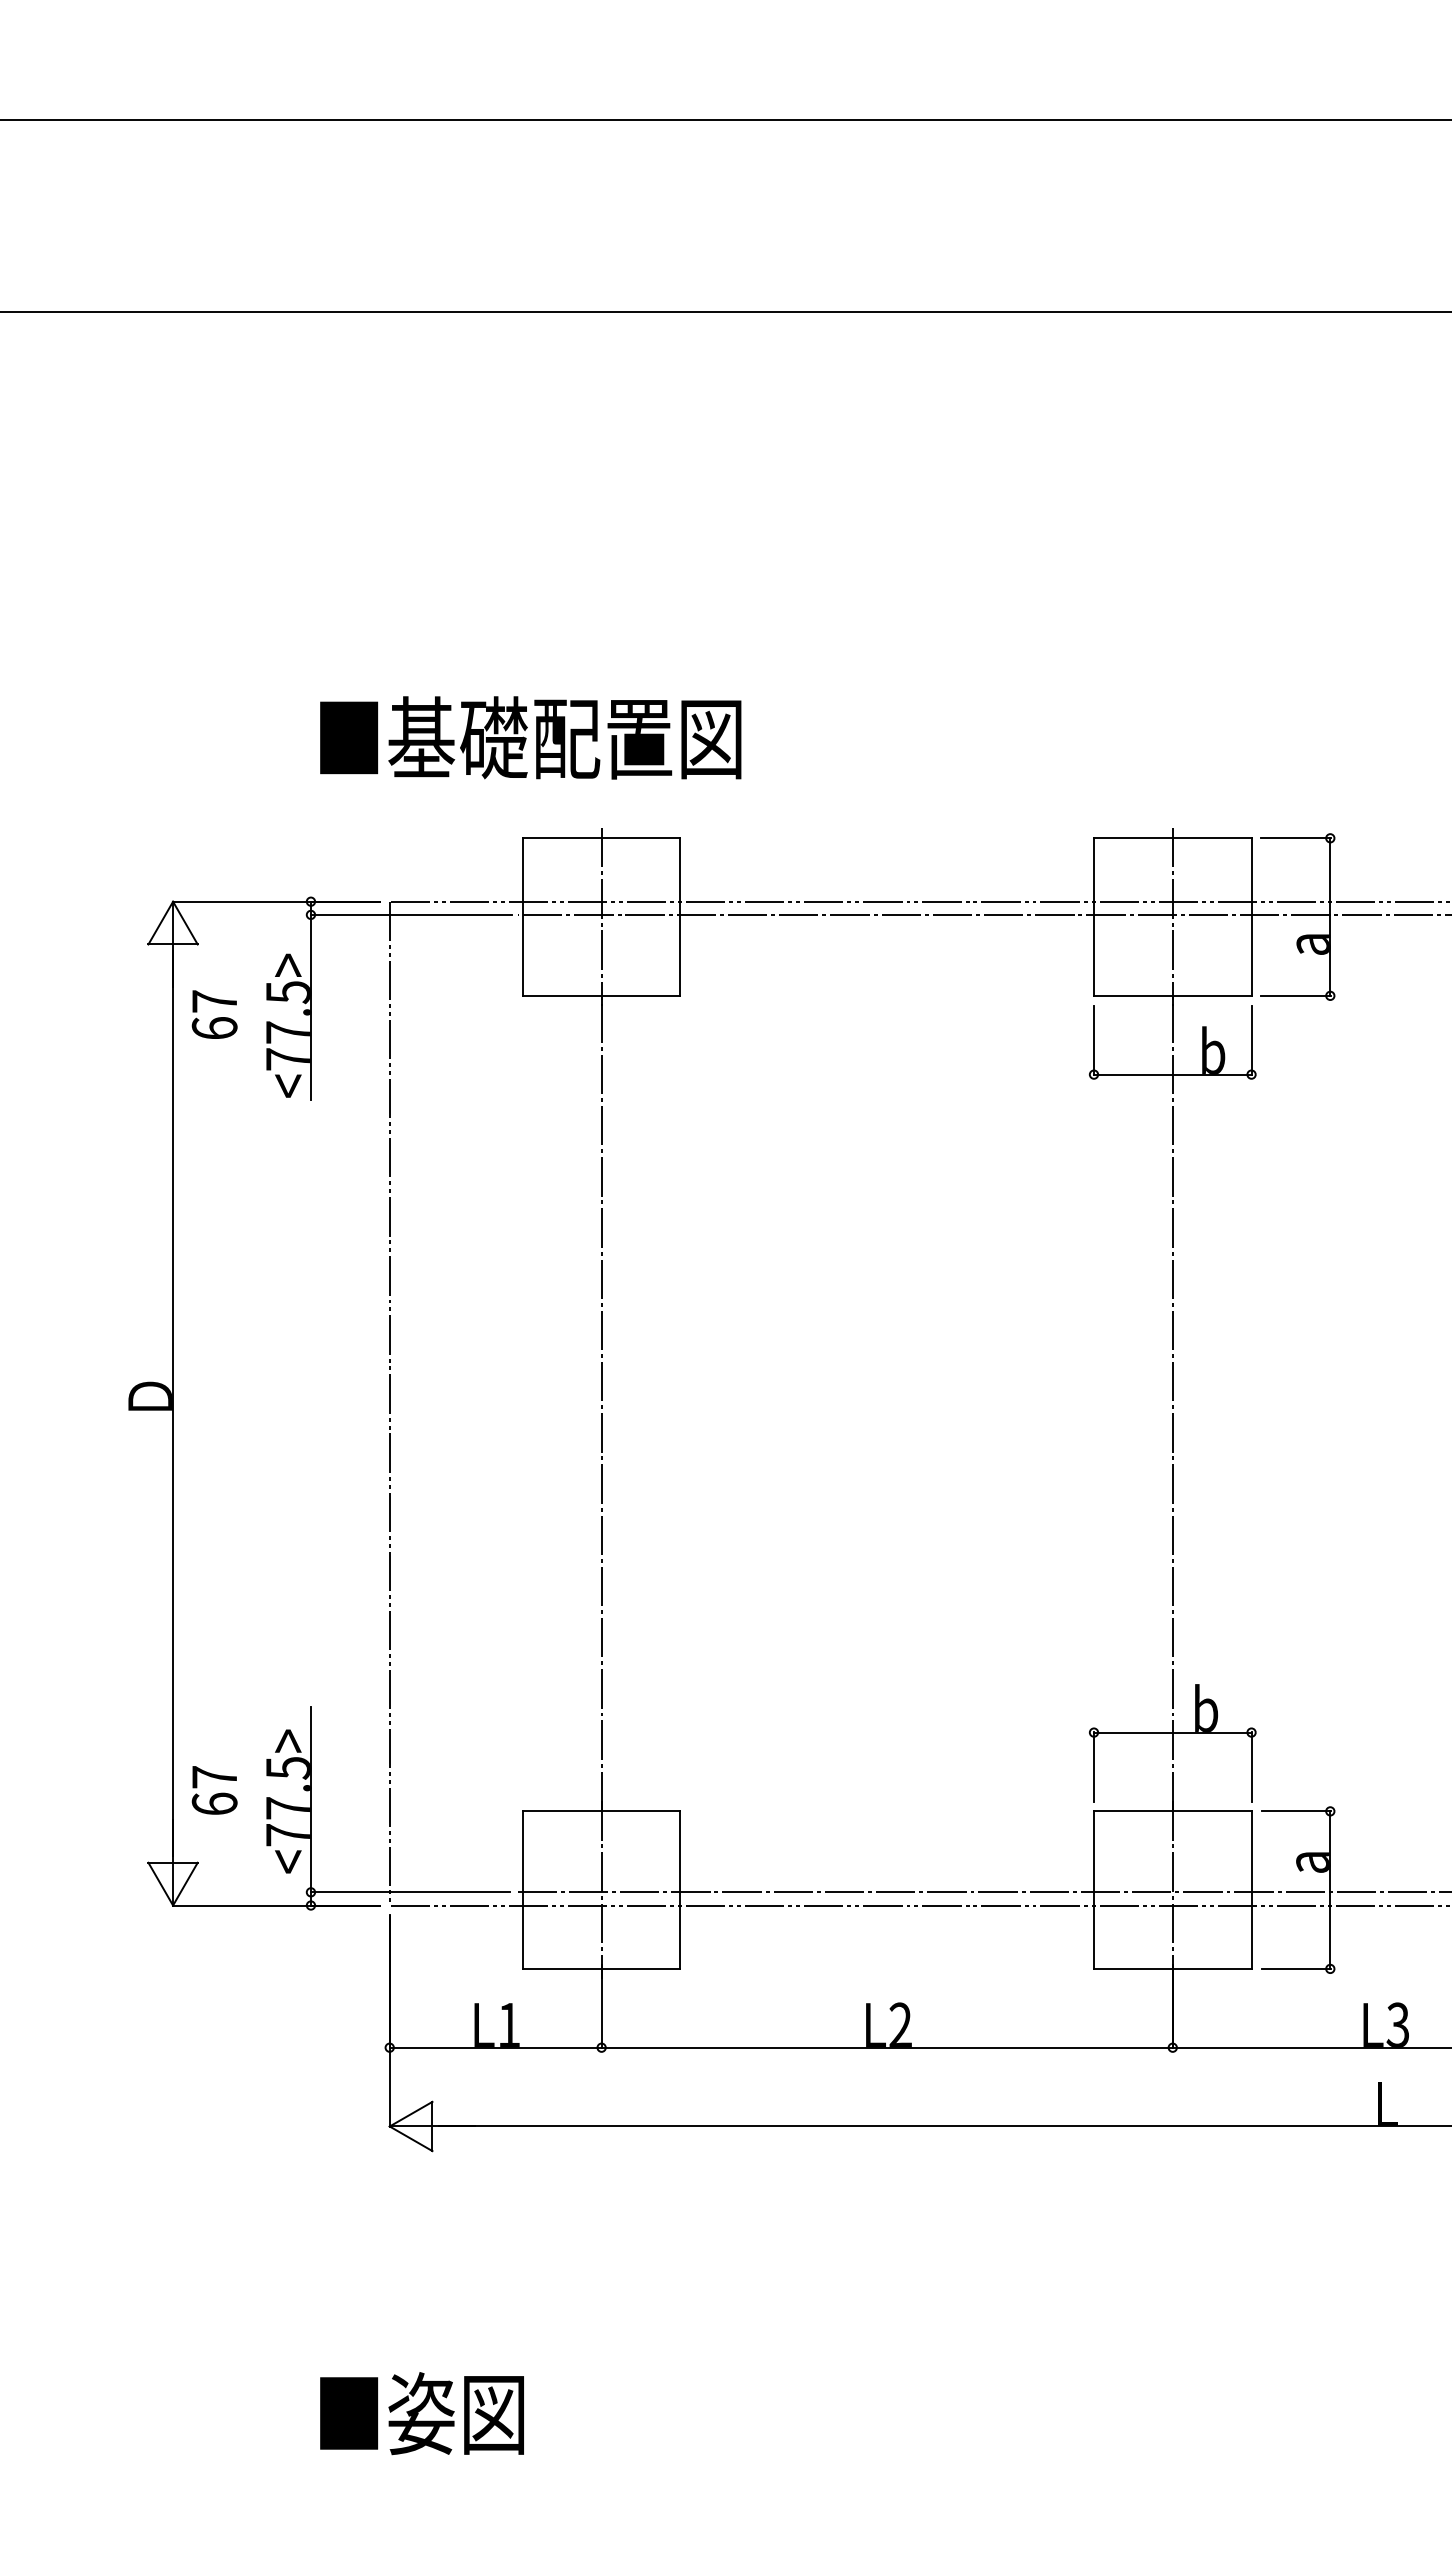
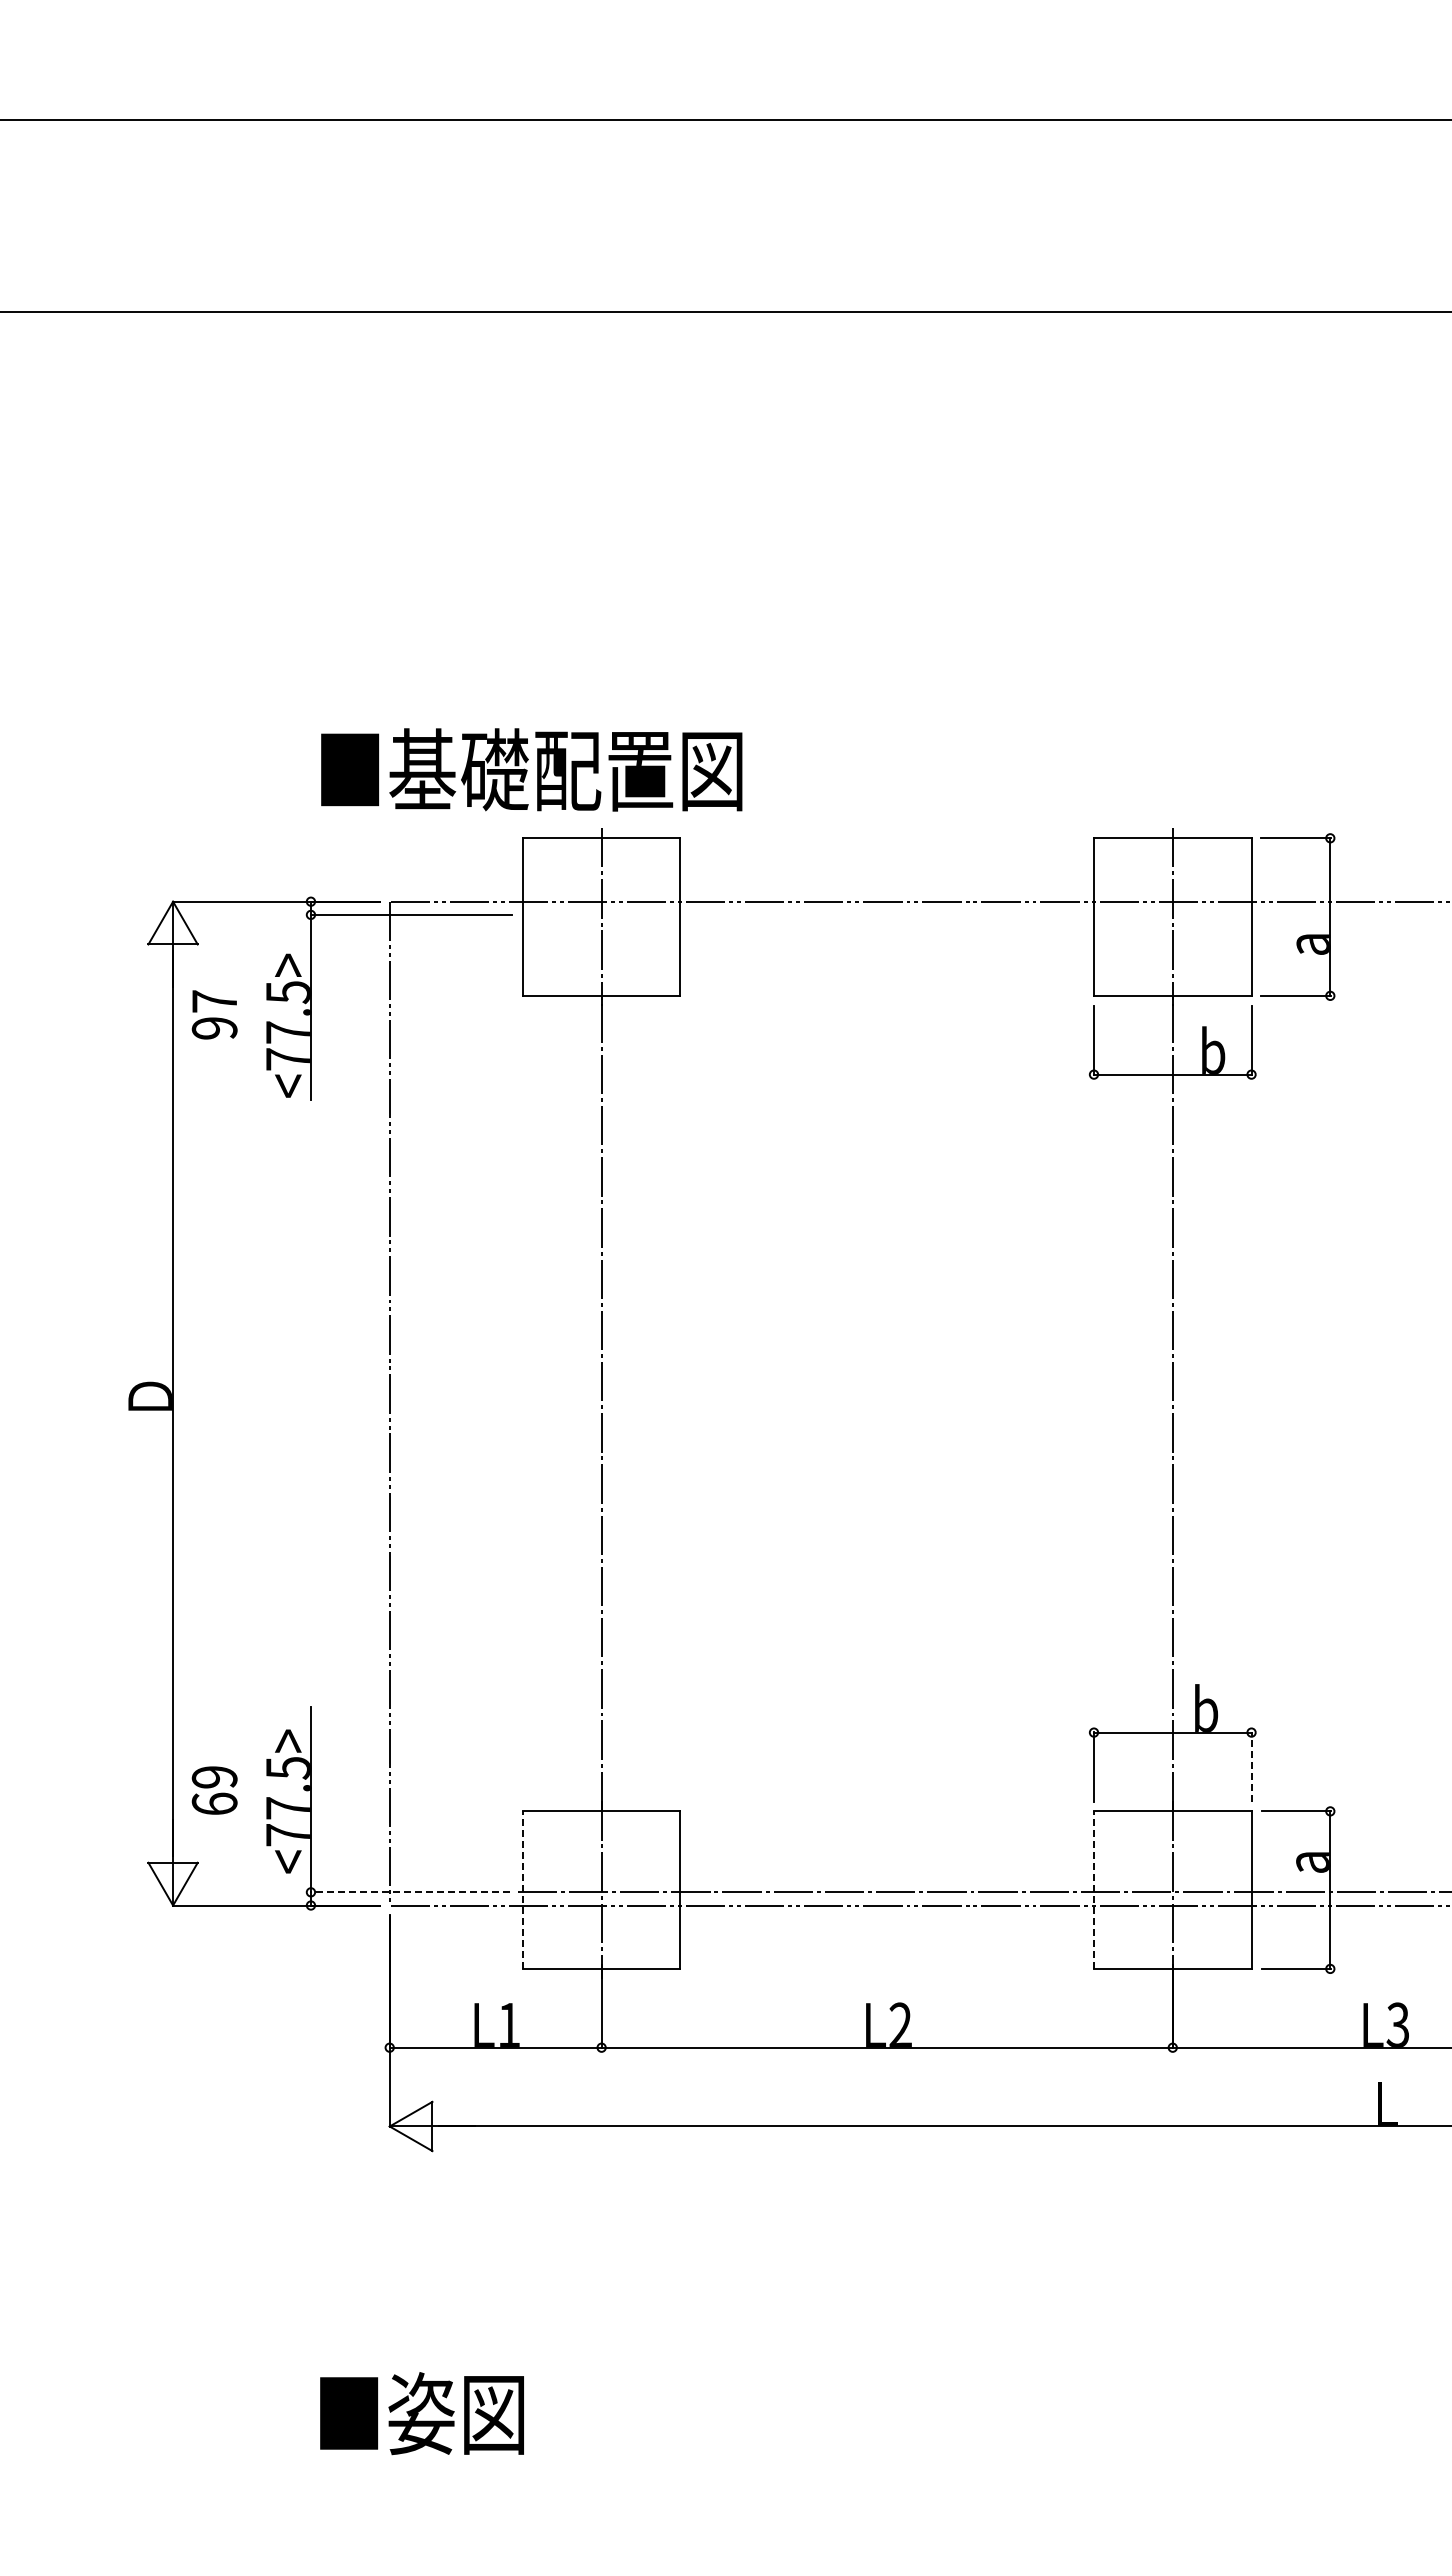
text at (530, 737) position: (530, 737) -> (531, 769)
line at (982, 914): present -> none
text at (214, 1028): 67 -> 97
line at (1251, 1766): solid -> dashed
text at (214, 1777): 67 -> 69
line at (522, 1890): solid -> dashed
line at (1093, 1890): solid -> dashed
line at (409, 1892): solid -> dashed
